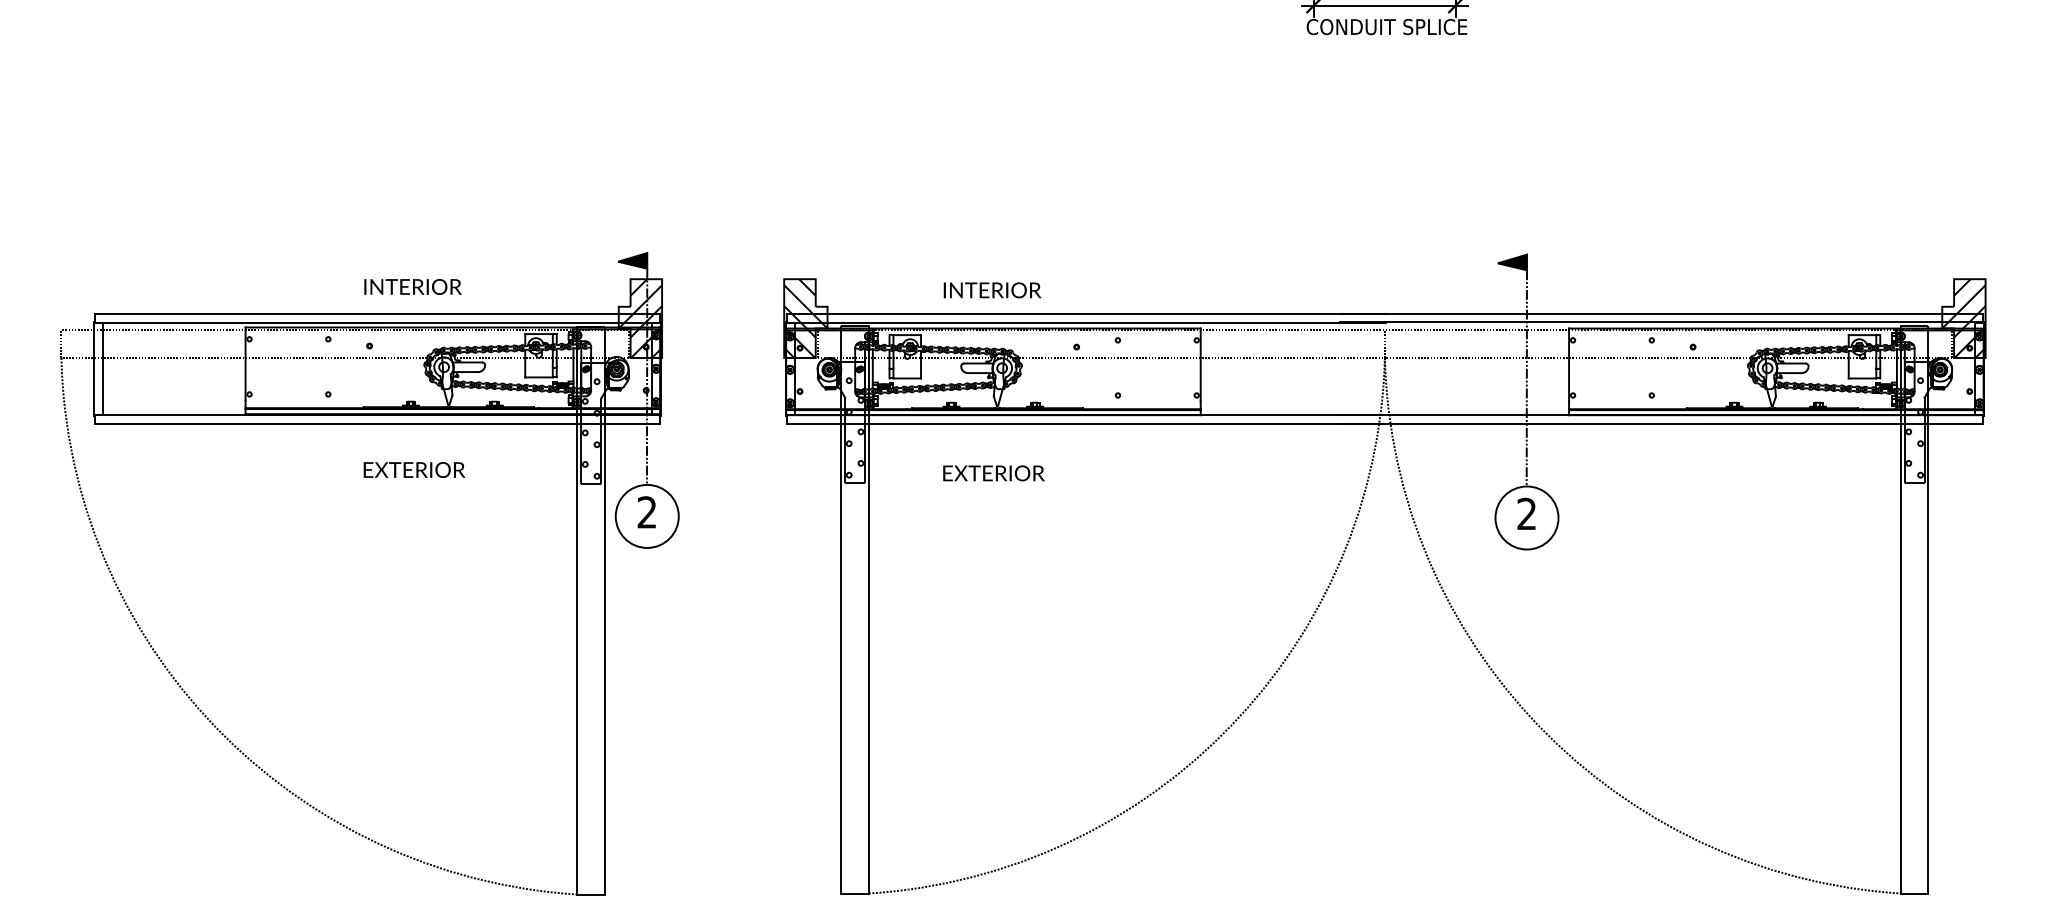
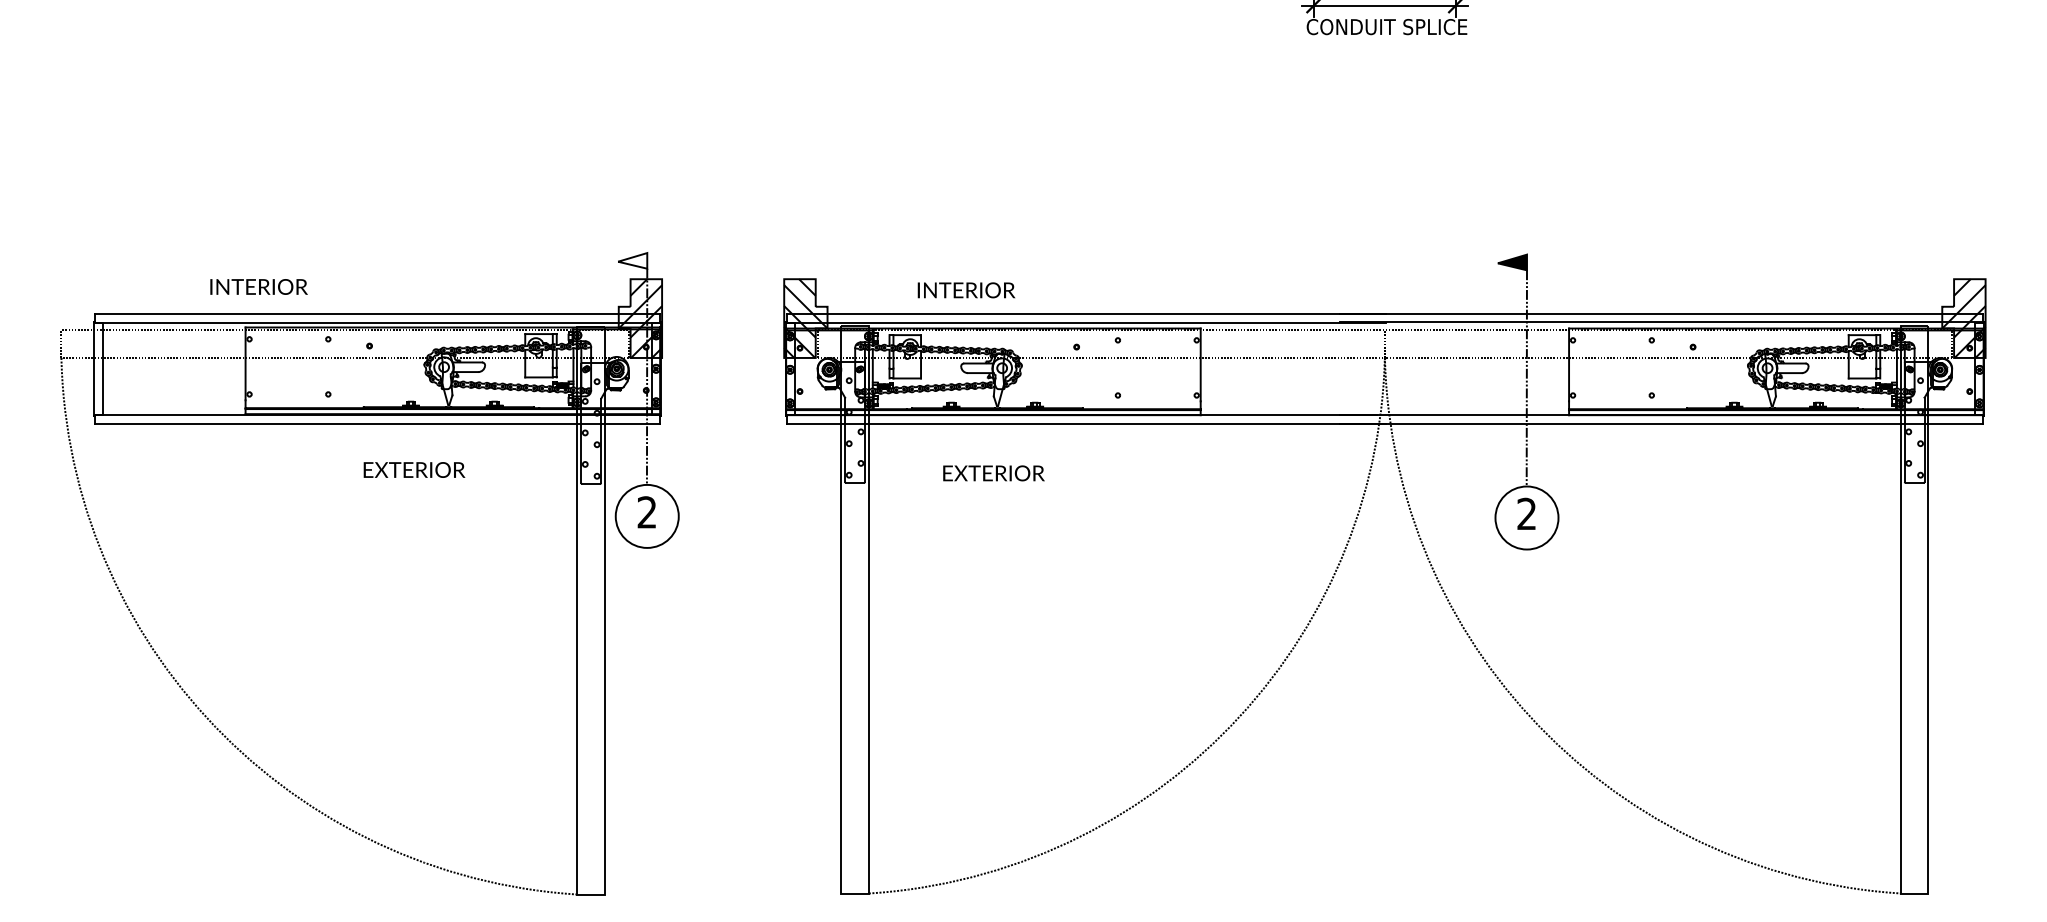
fill at (632, 260): present -> none
text at (412, 286) position: (412, 286) -> (258, 286)
text at (992, 290) position: (992, 290) -> (966, 290)
